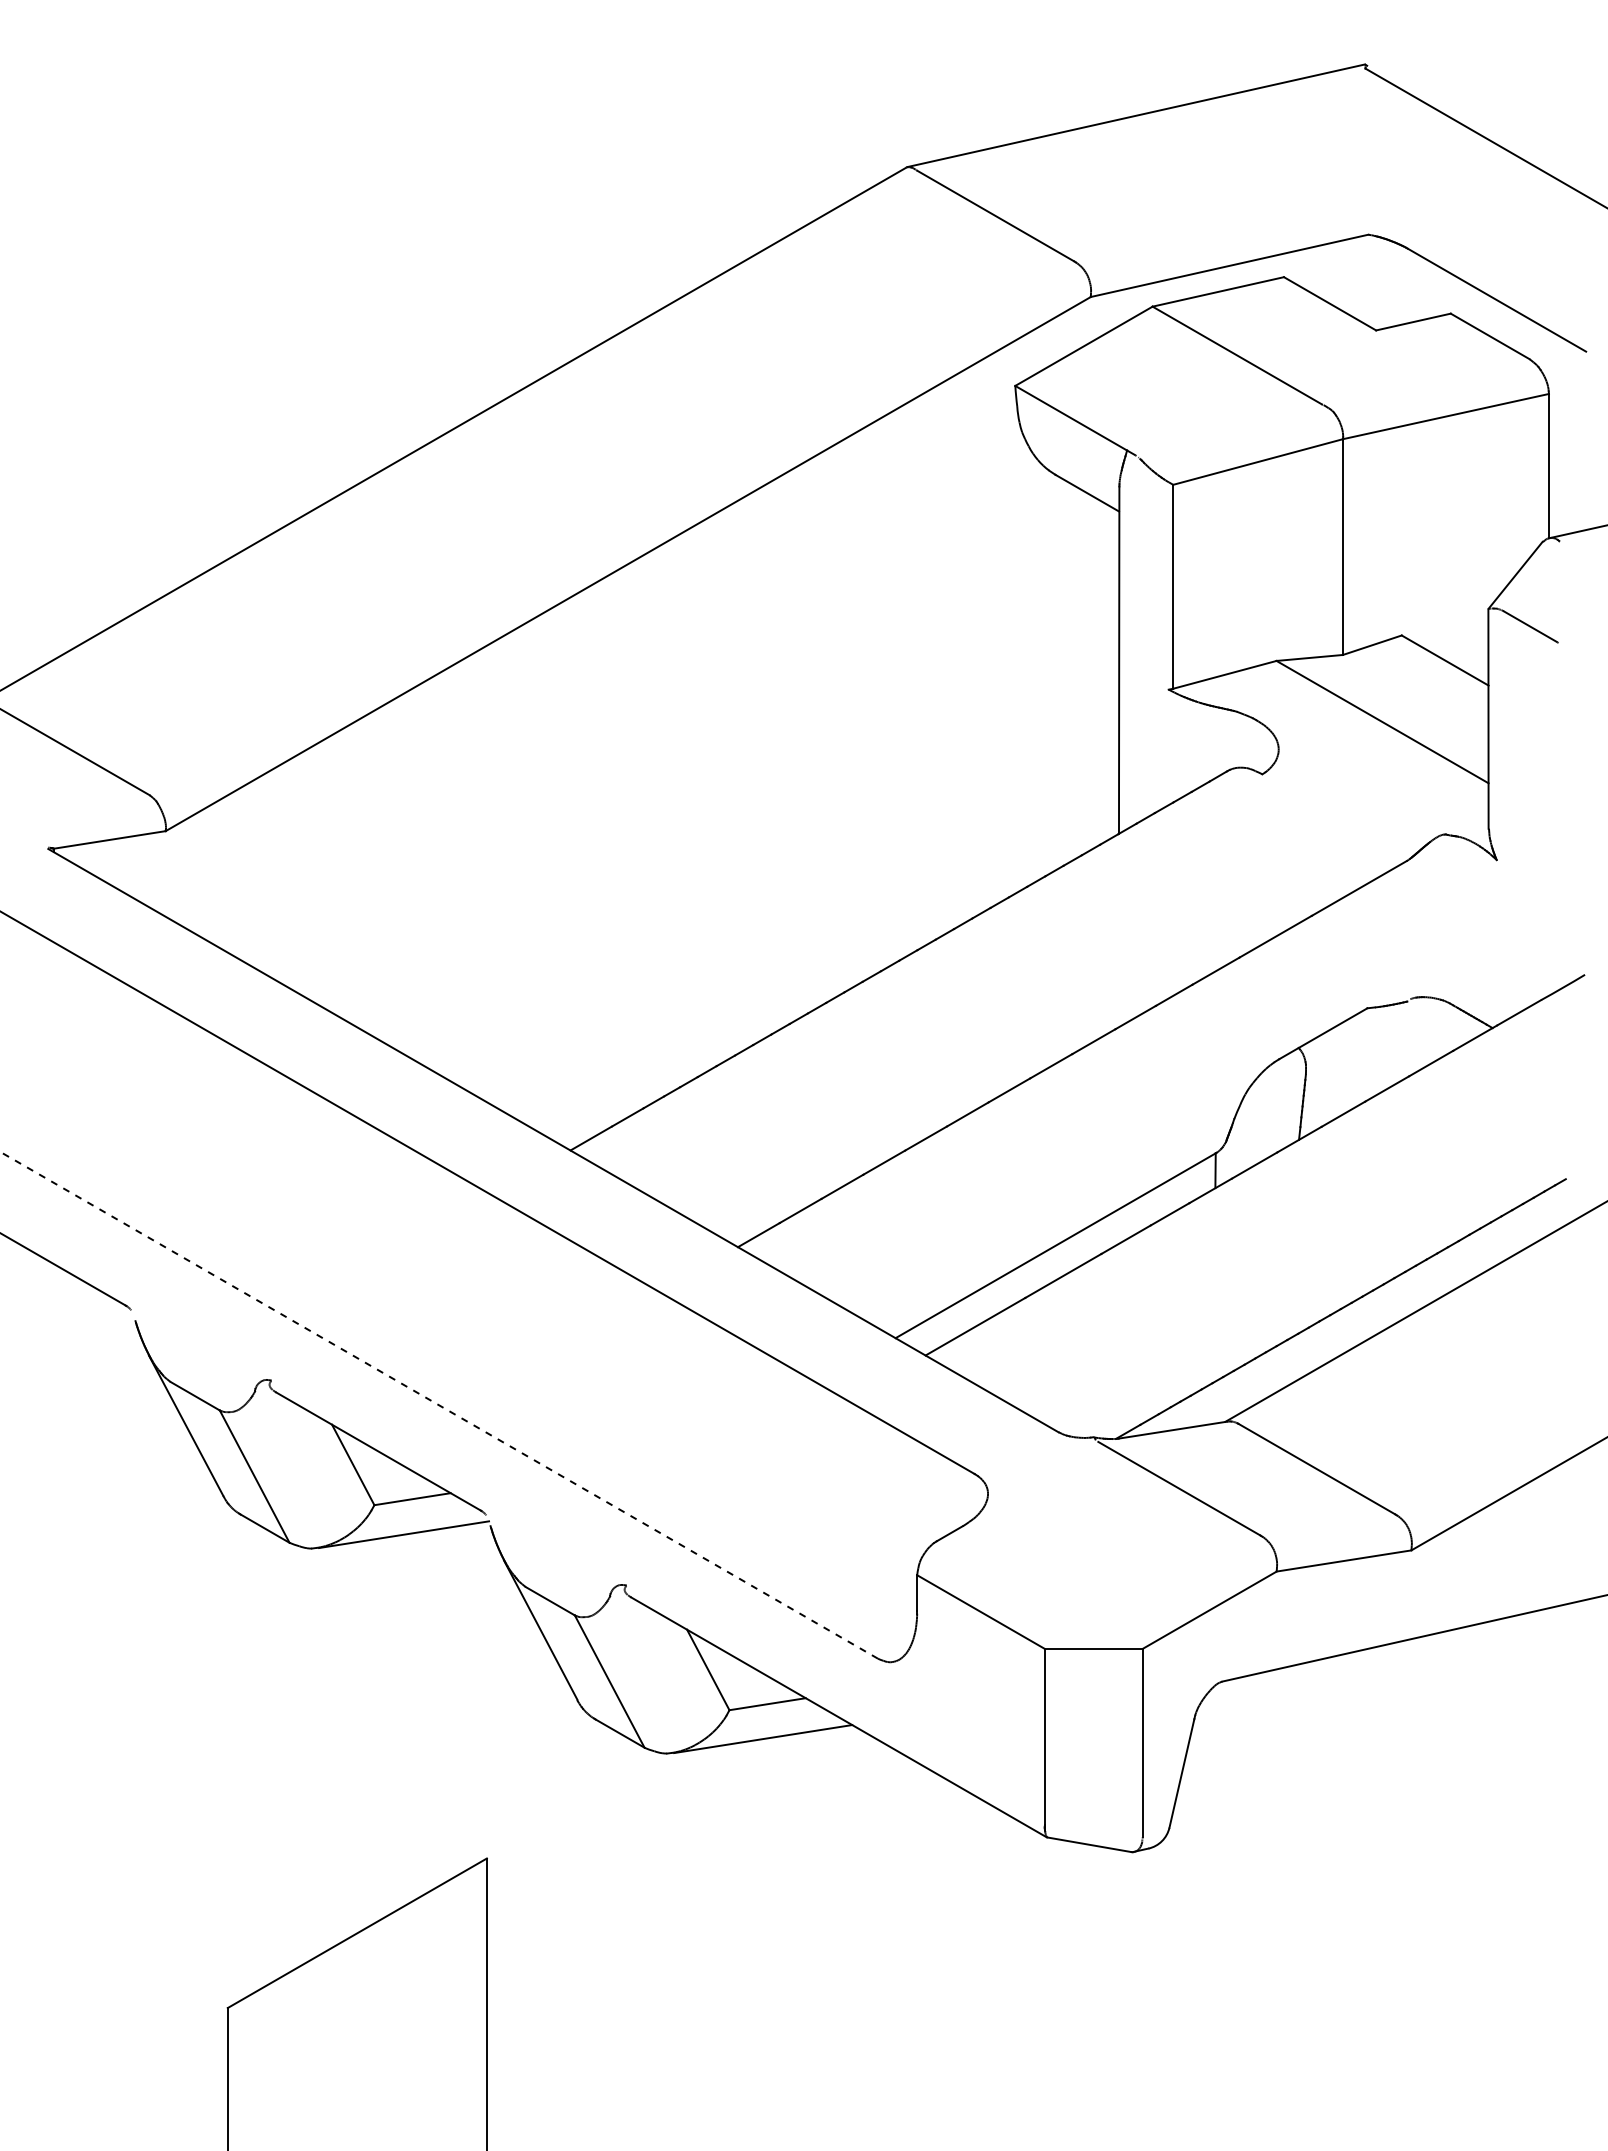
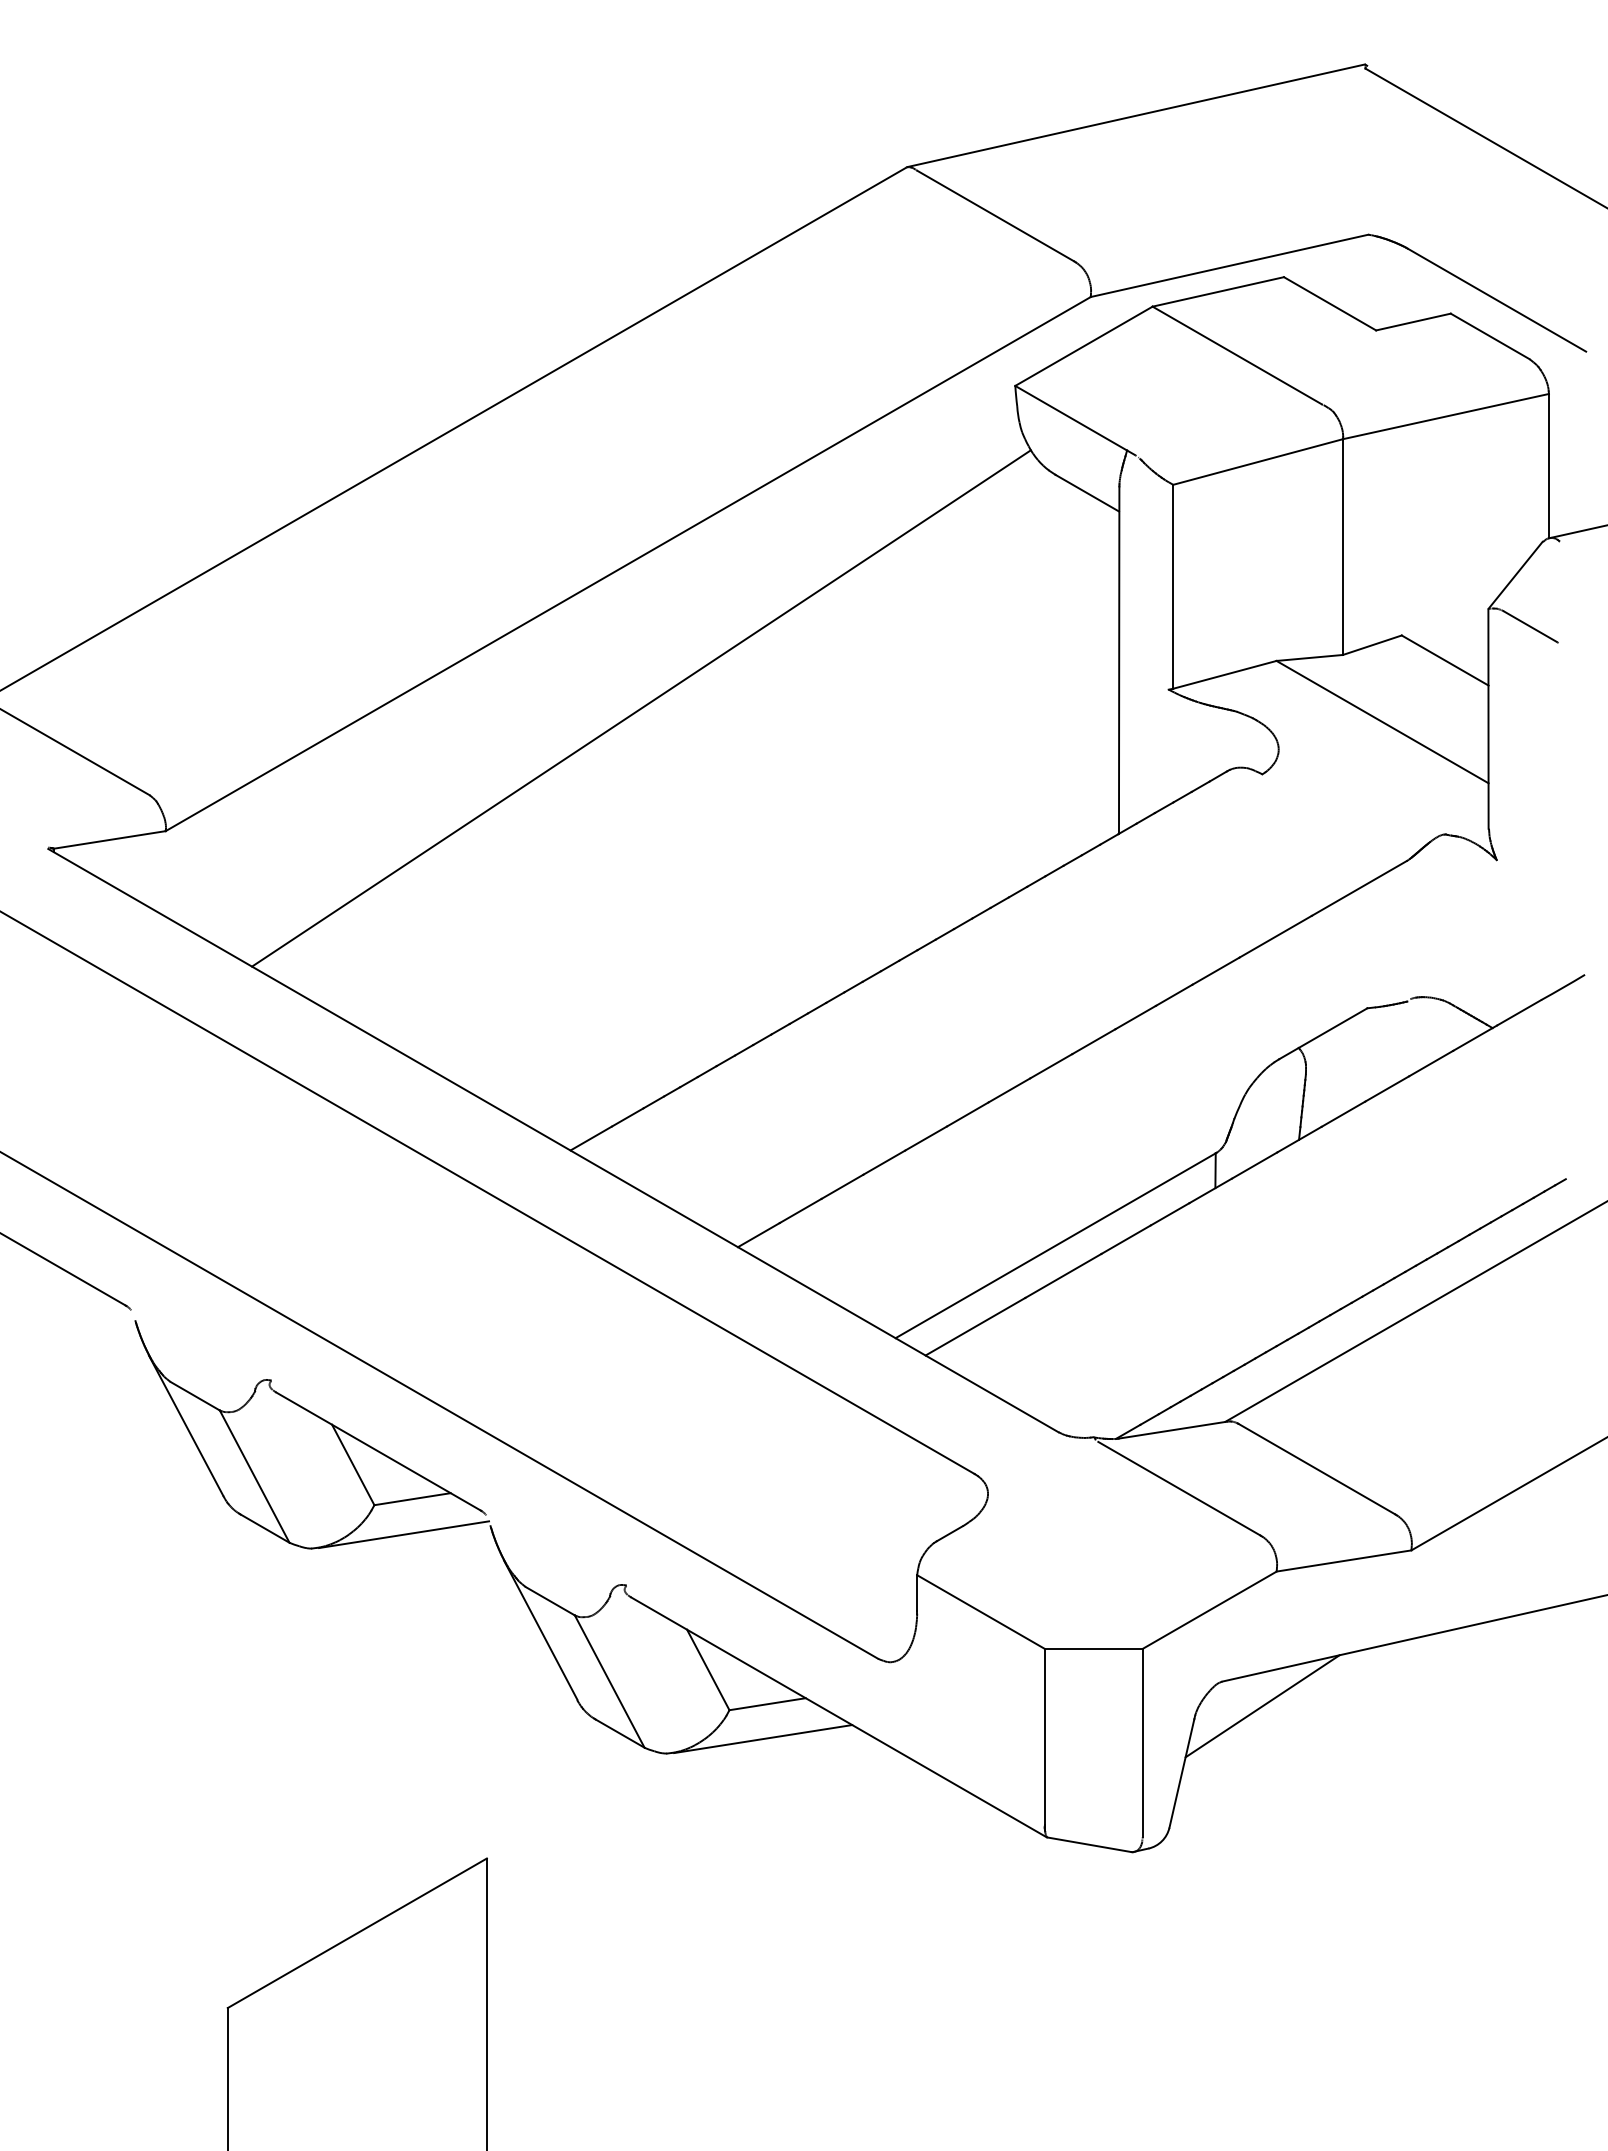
line at (641, 708): none -> present
line at (439, 1405): dashed -> solid
line at (1262, 1706): none -> present
